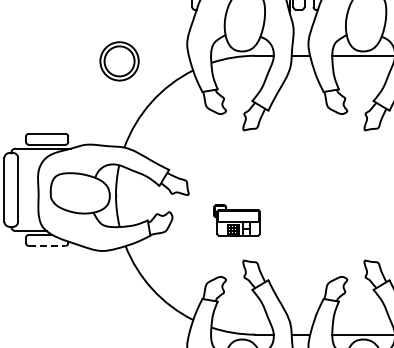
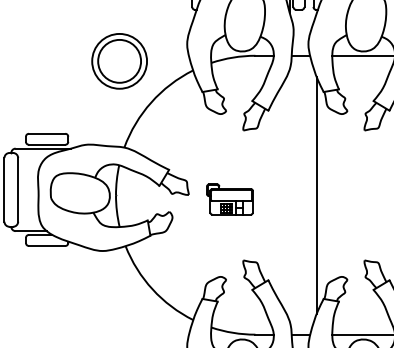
part at (119, 61) size: 41x41 px -> 57x57 px
line at (316, 195): none -> present
part at (236, 220) position: (236, 220) -> (229, 199)
line at (47, 246): dashed -> solid
